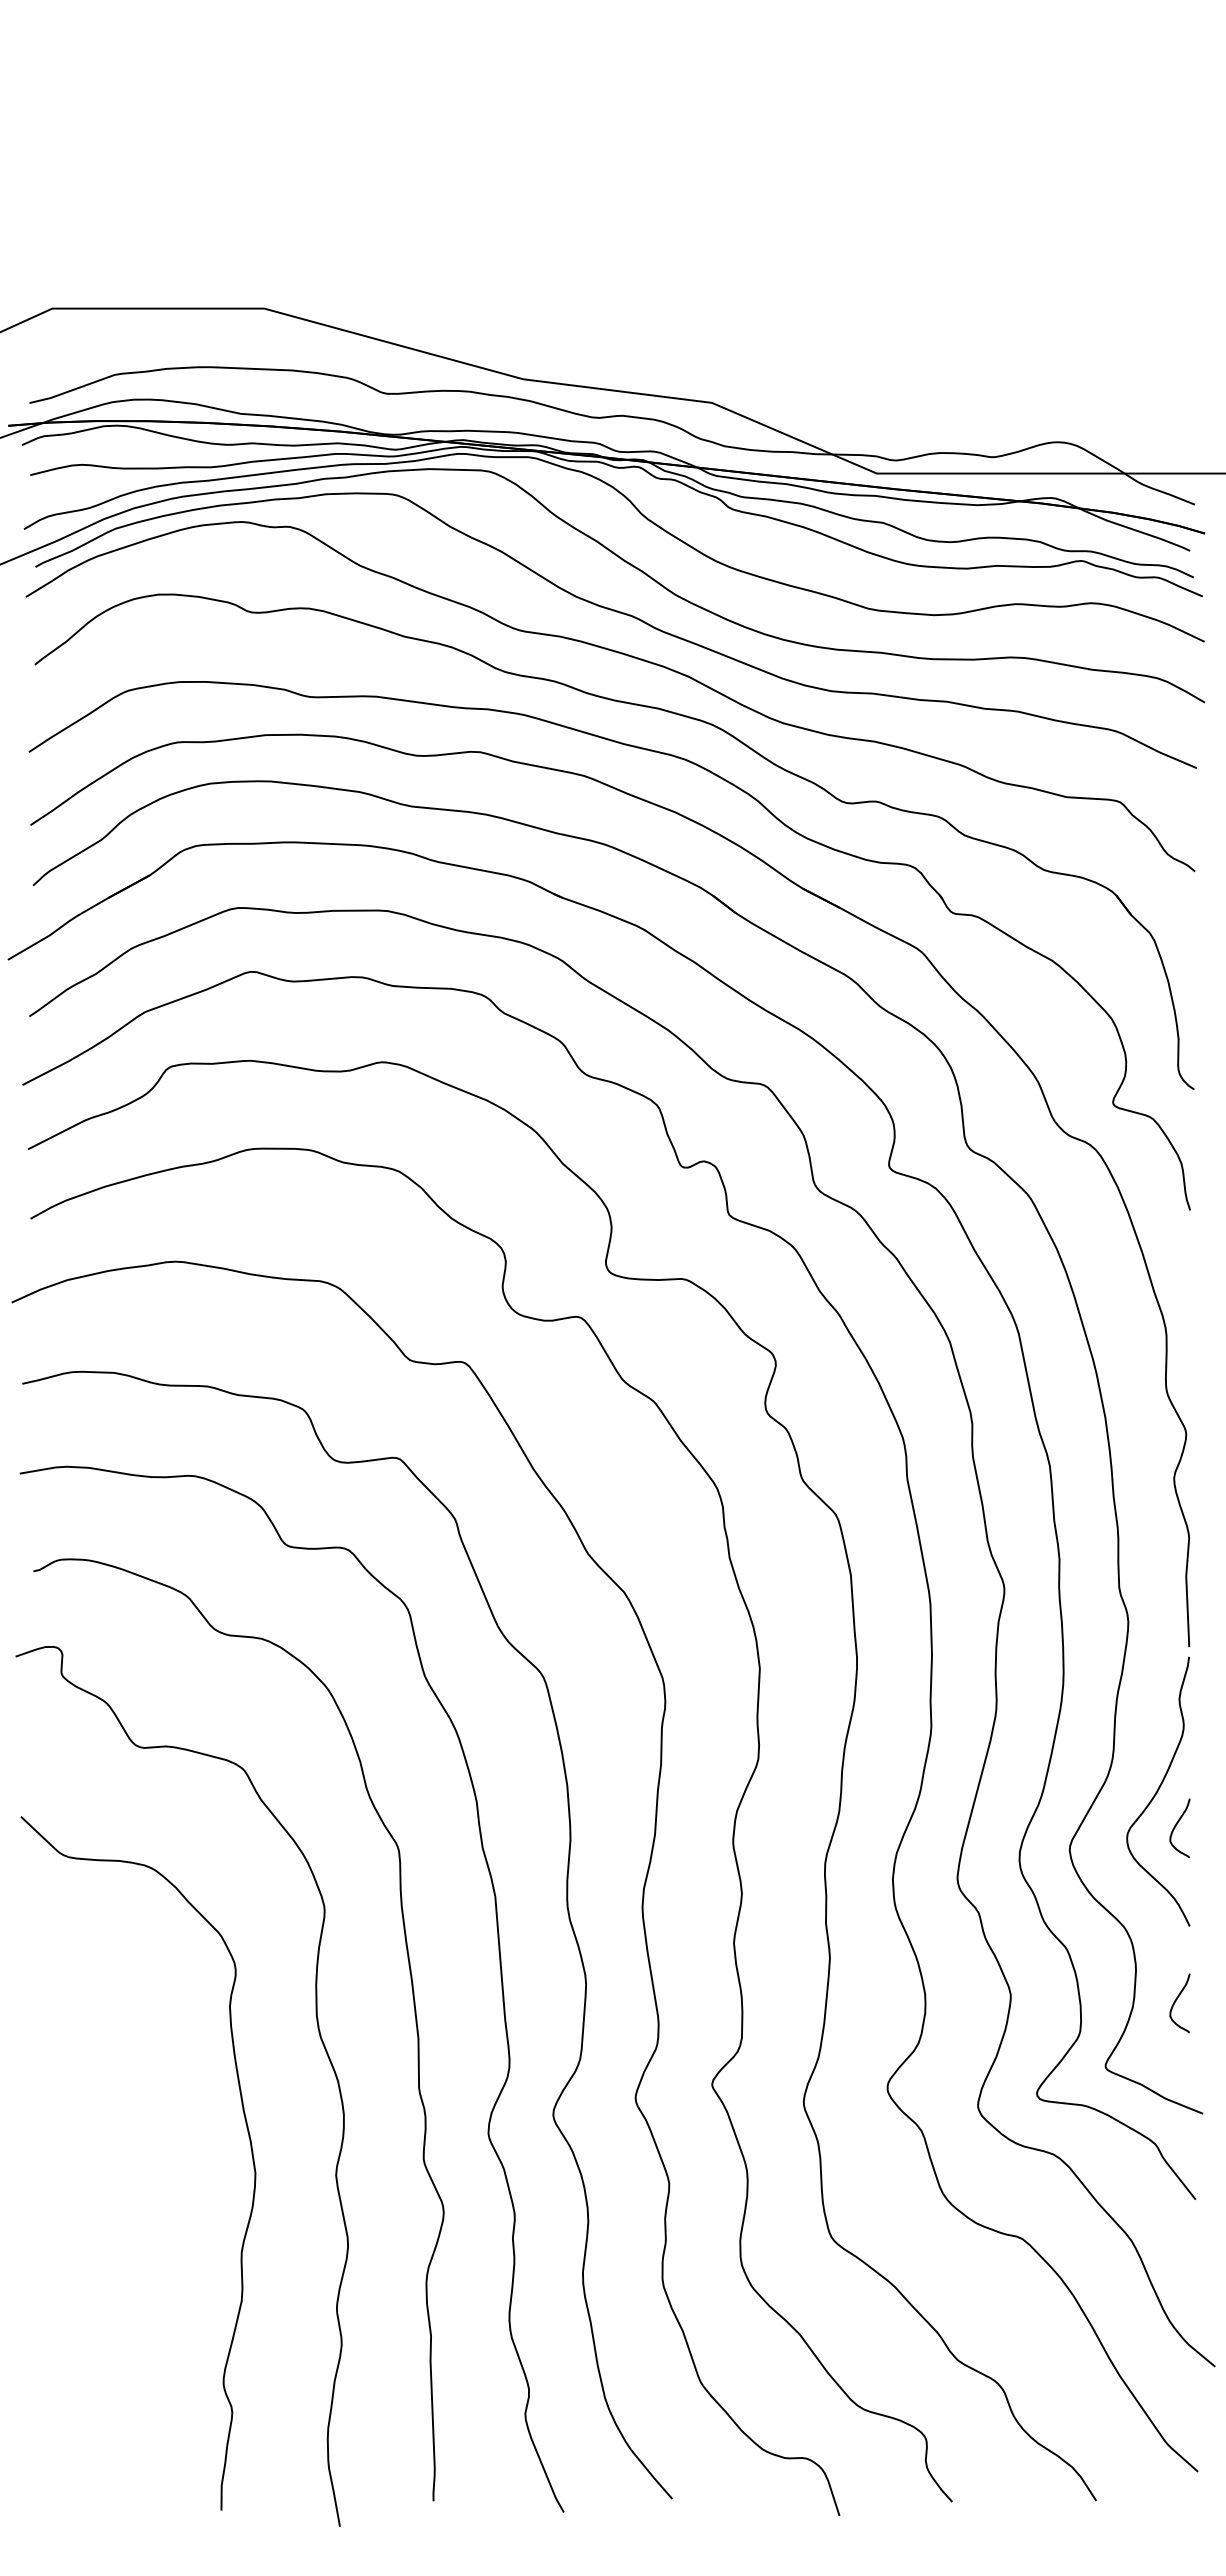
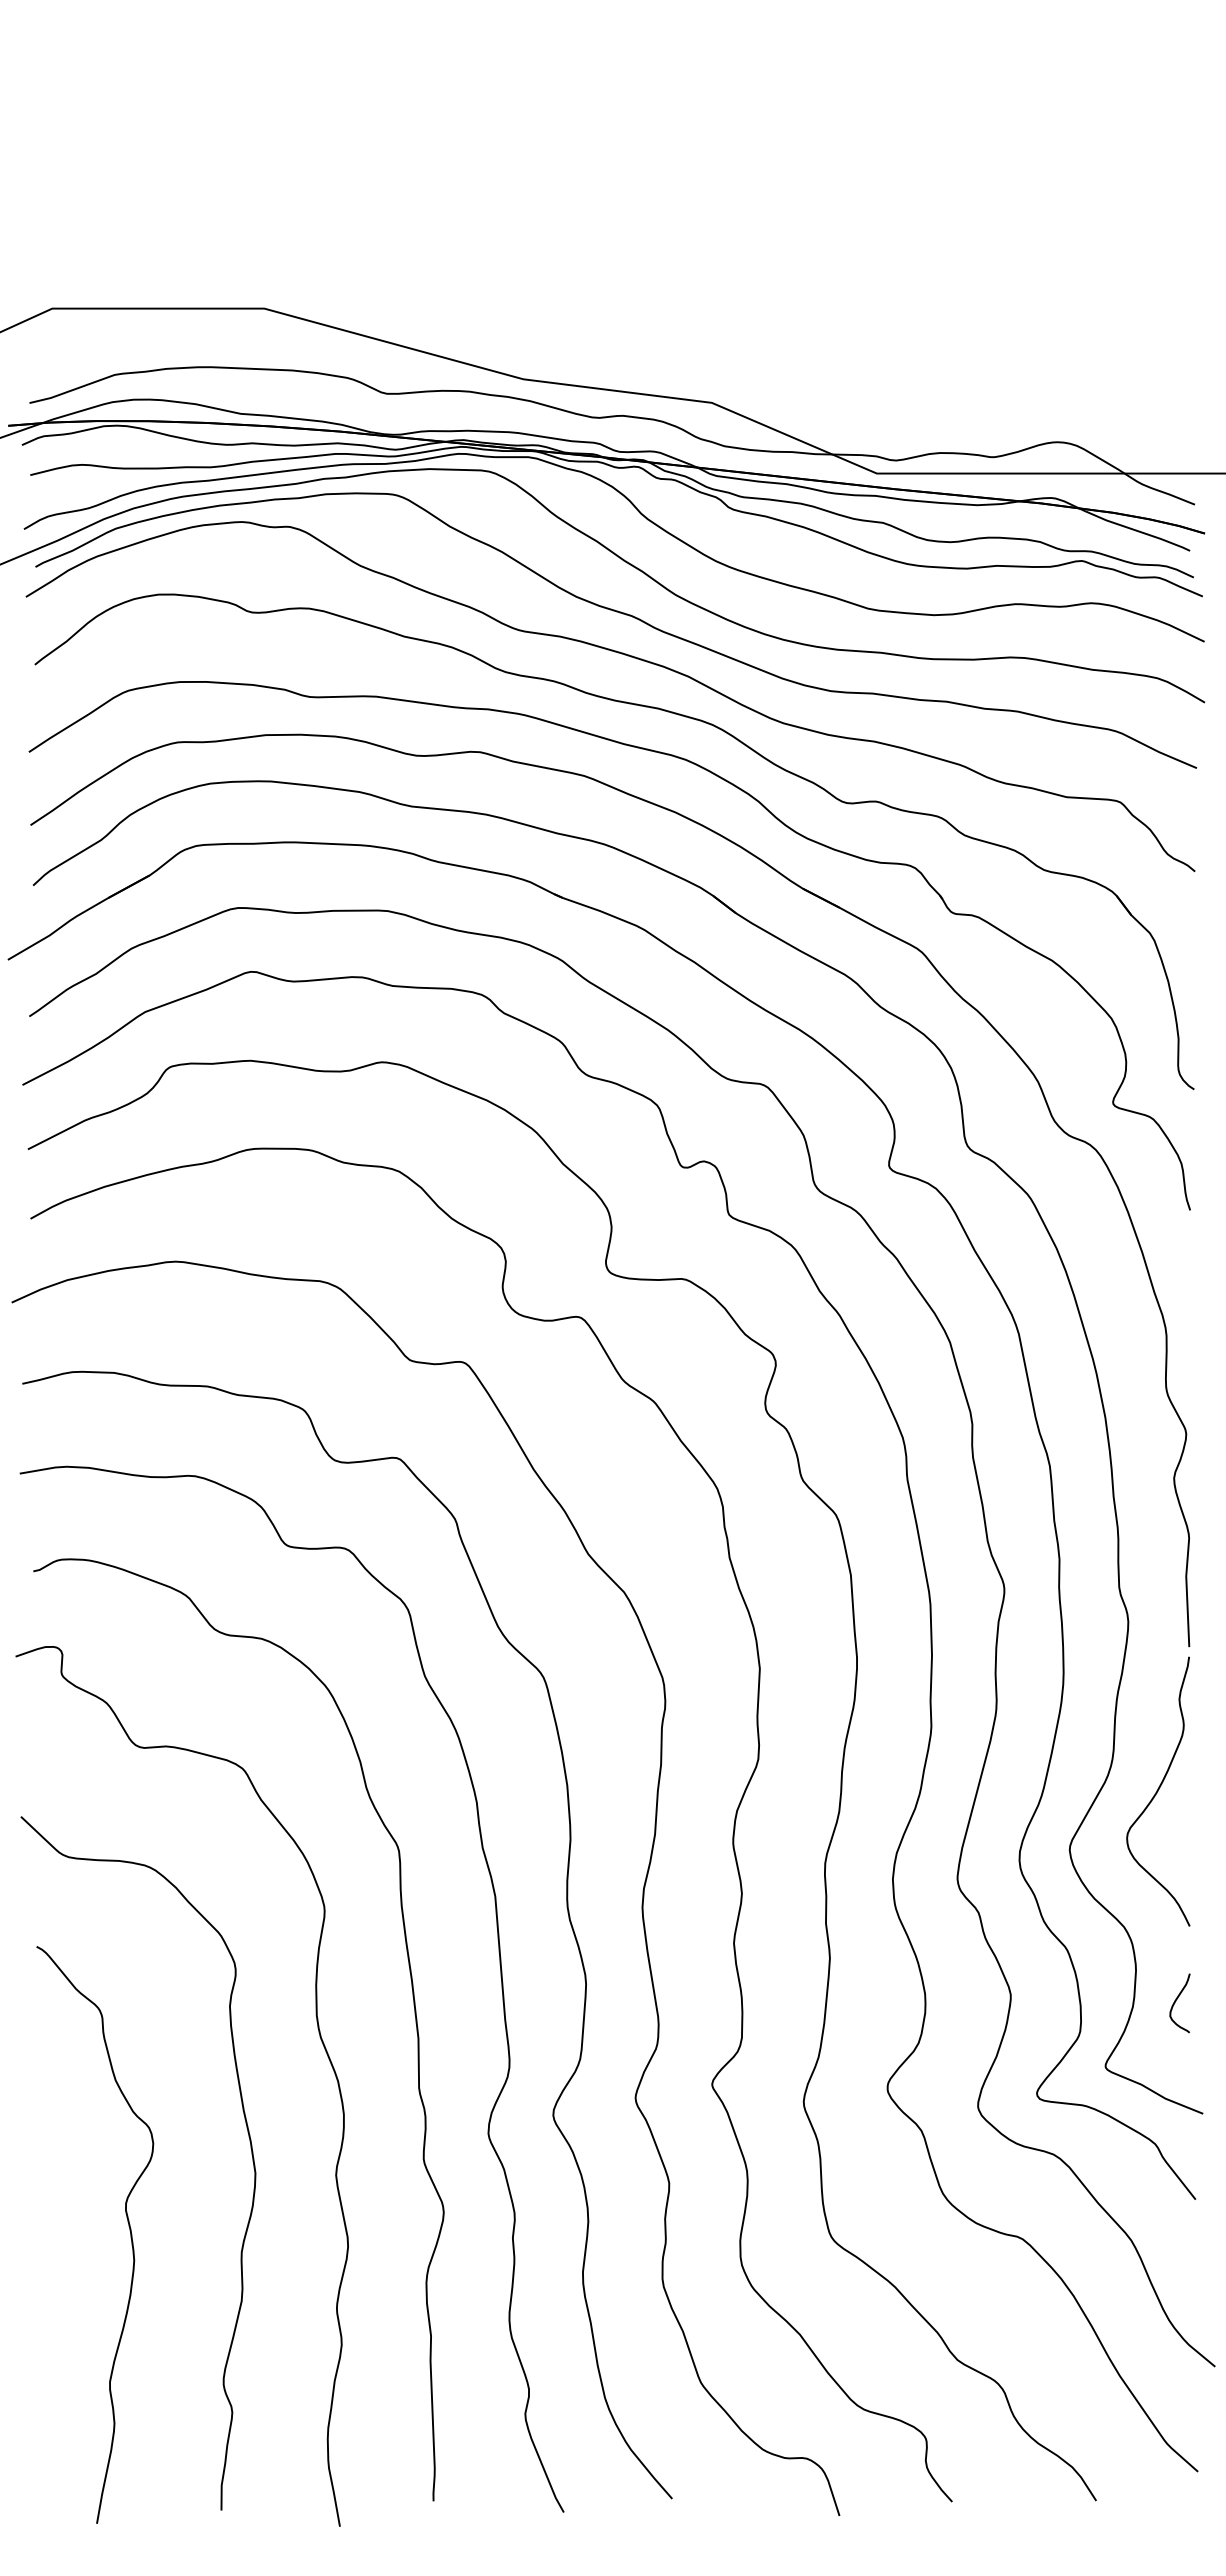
curve at (1176, 1826): present -> none
curve at (128, 2226): none -> present
